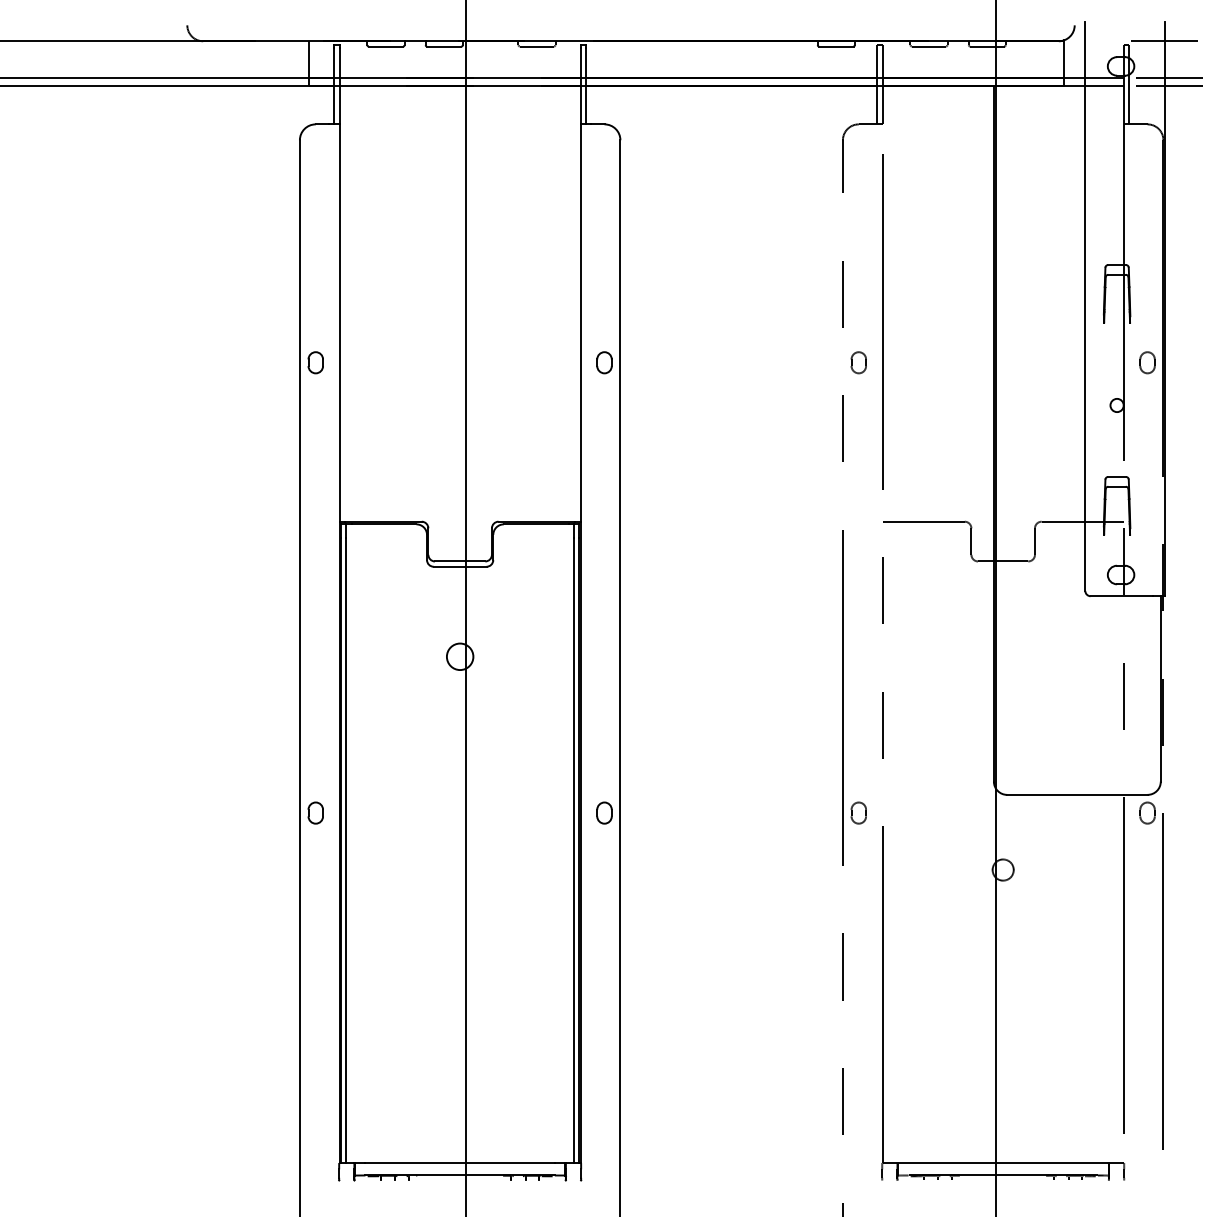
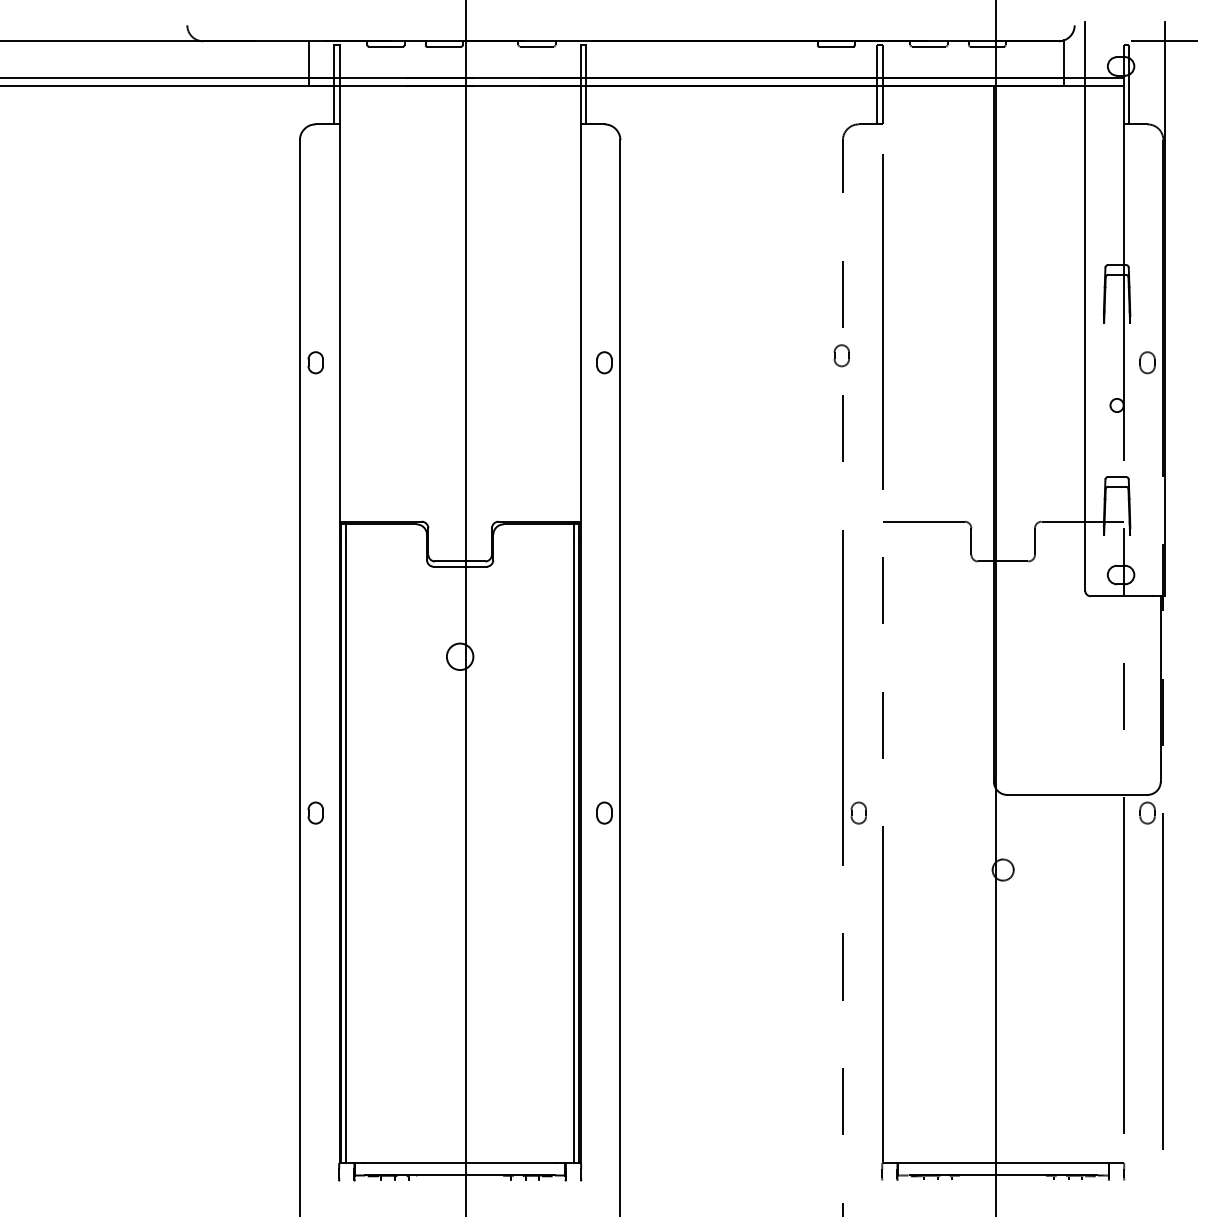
line at (1166, 77): present -> none
line at (1166, 86): present -> none
part at (858, 362) position: (858, 362) -> (841, 355)
